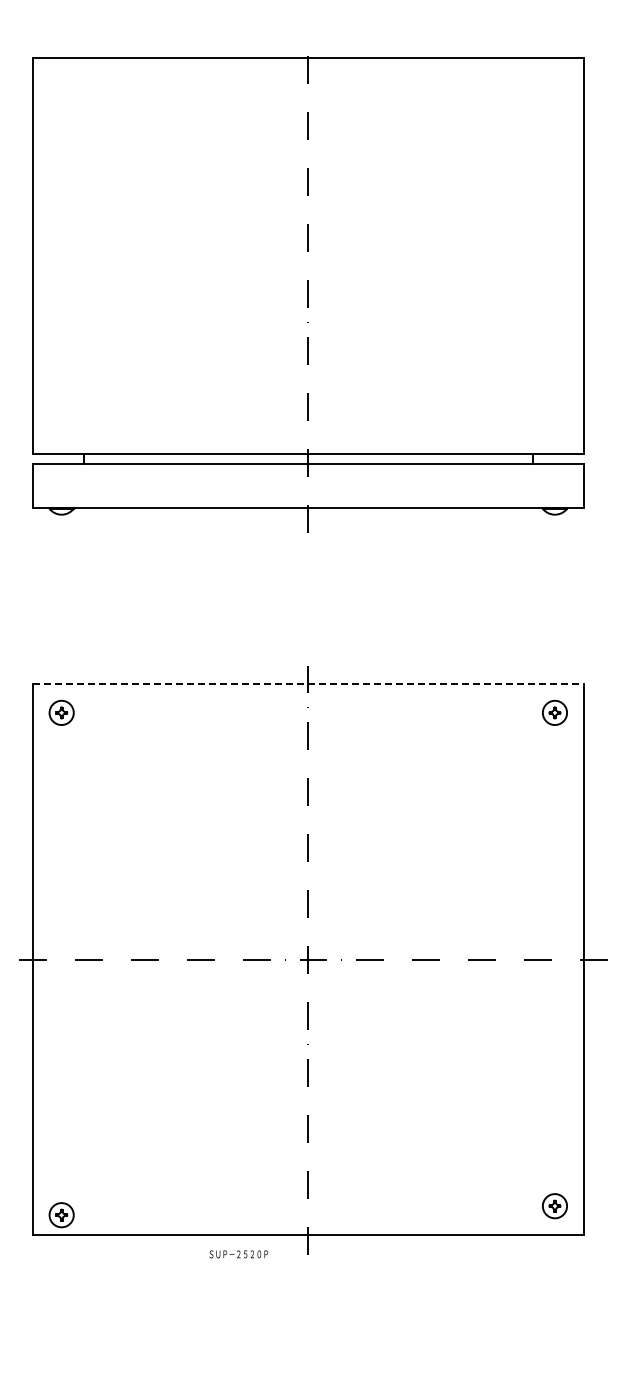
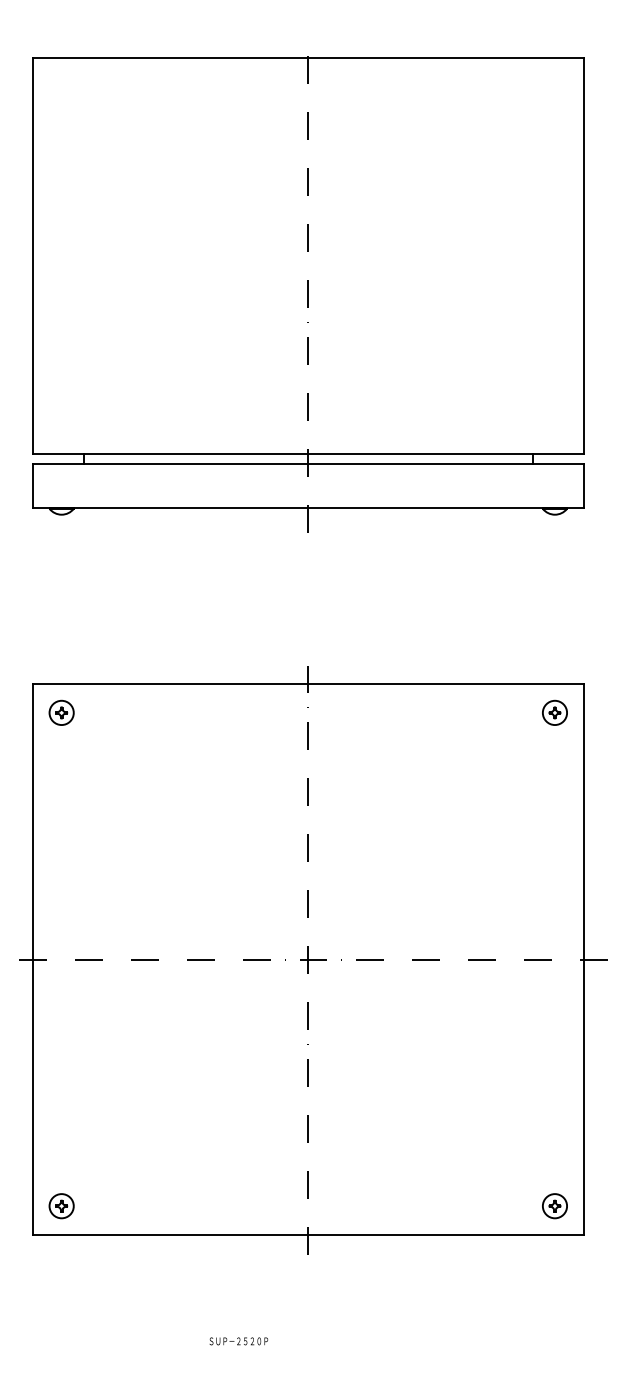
line at (308, 684): dashed -> solid
part at (61, 1215) position: (61, 1215) -> (61, 1206)
text at (238, 1254) position: (238, 1254) -> (238, 1341)
